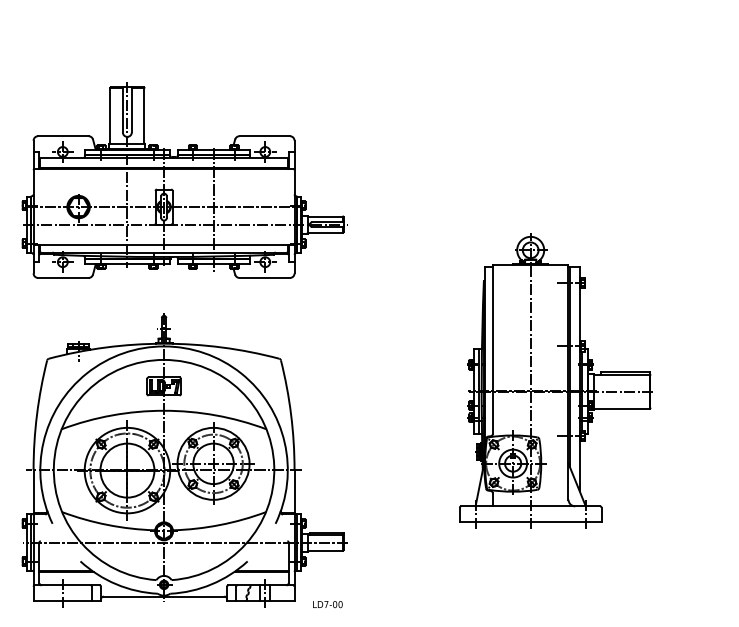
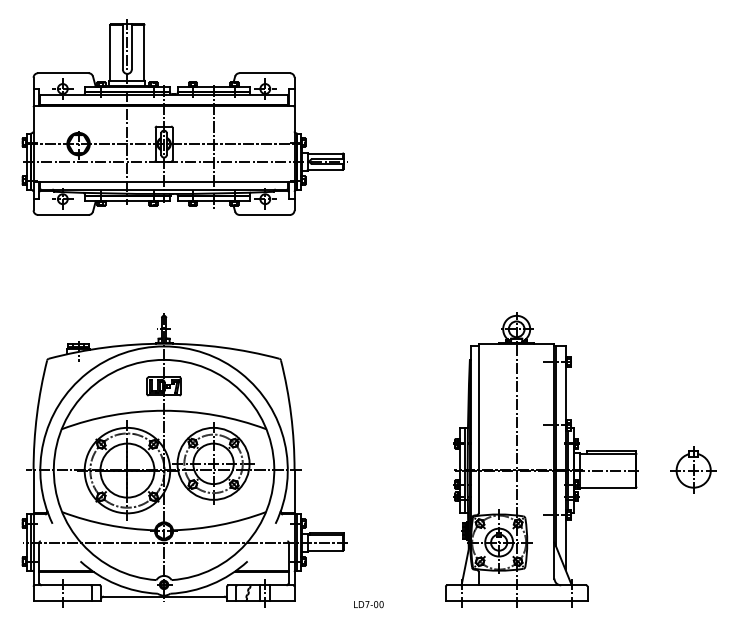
part at (184, 180) position: (184, 180) -> (184, 117)
part at (555, 380) position: (555, 380) -> (541, 459)
part at (693, 469): none -> present
text at (327, 604) position: (327, 604) -> (368, 604)
